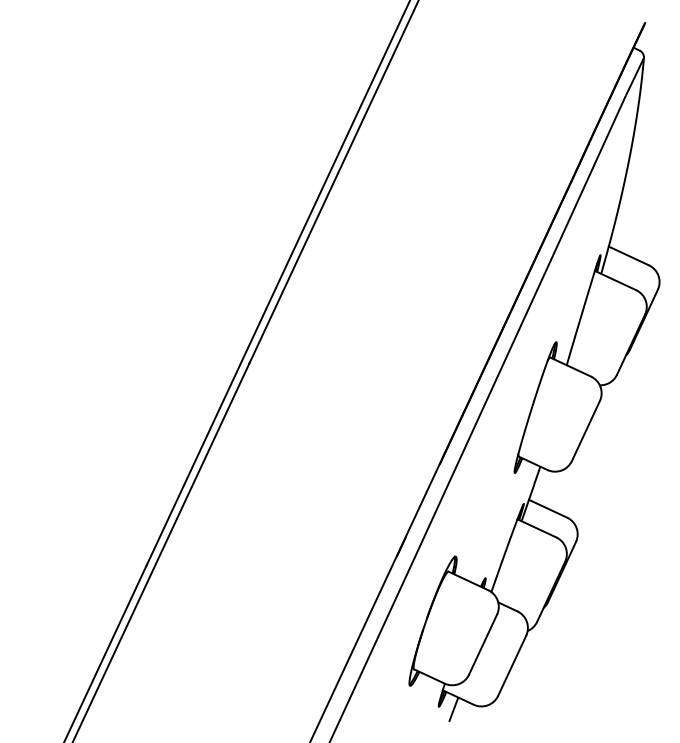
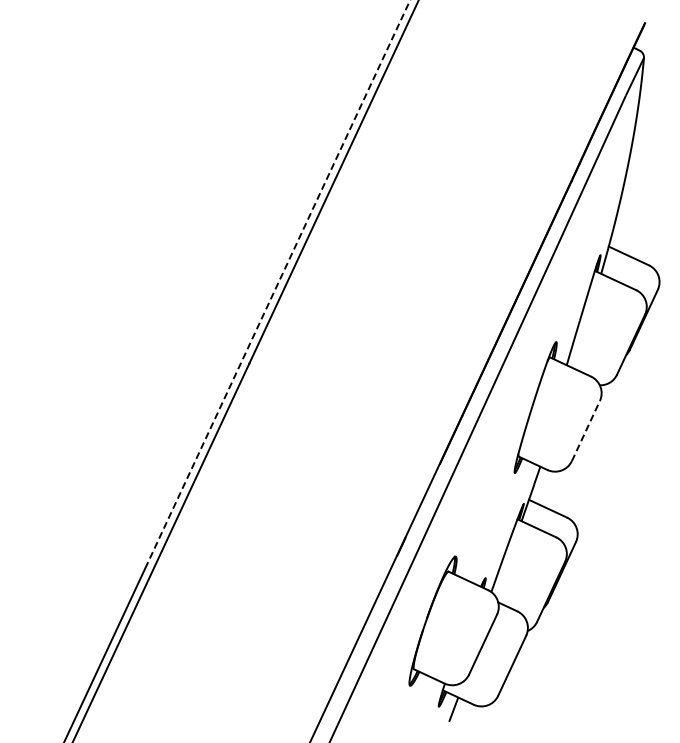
line at (278, 282): solid -> dashed
line at (586, 430): solid -> dashed
